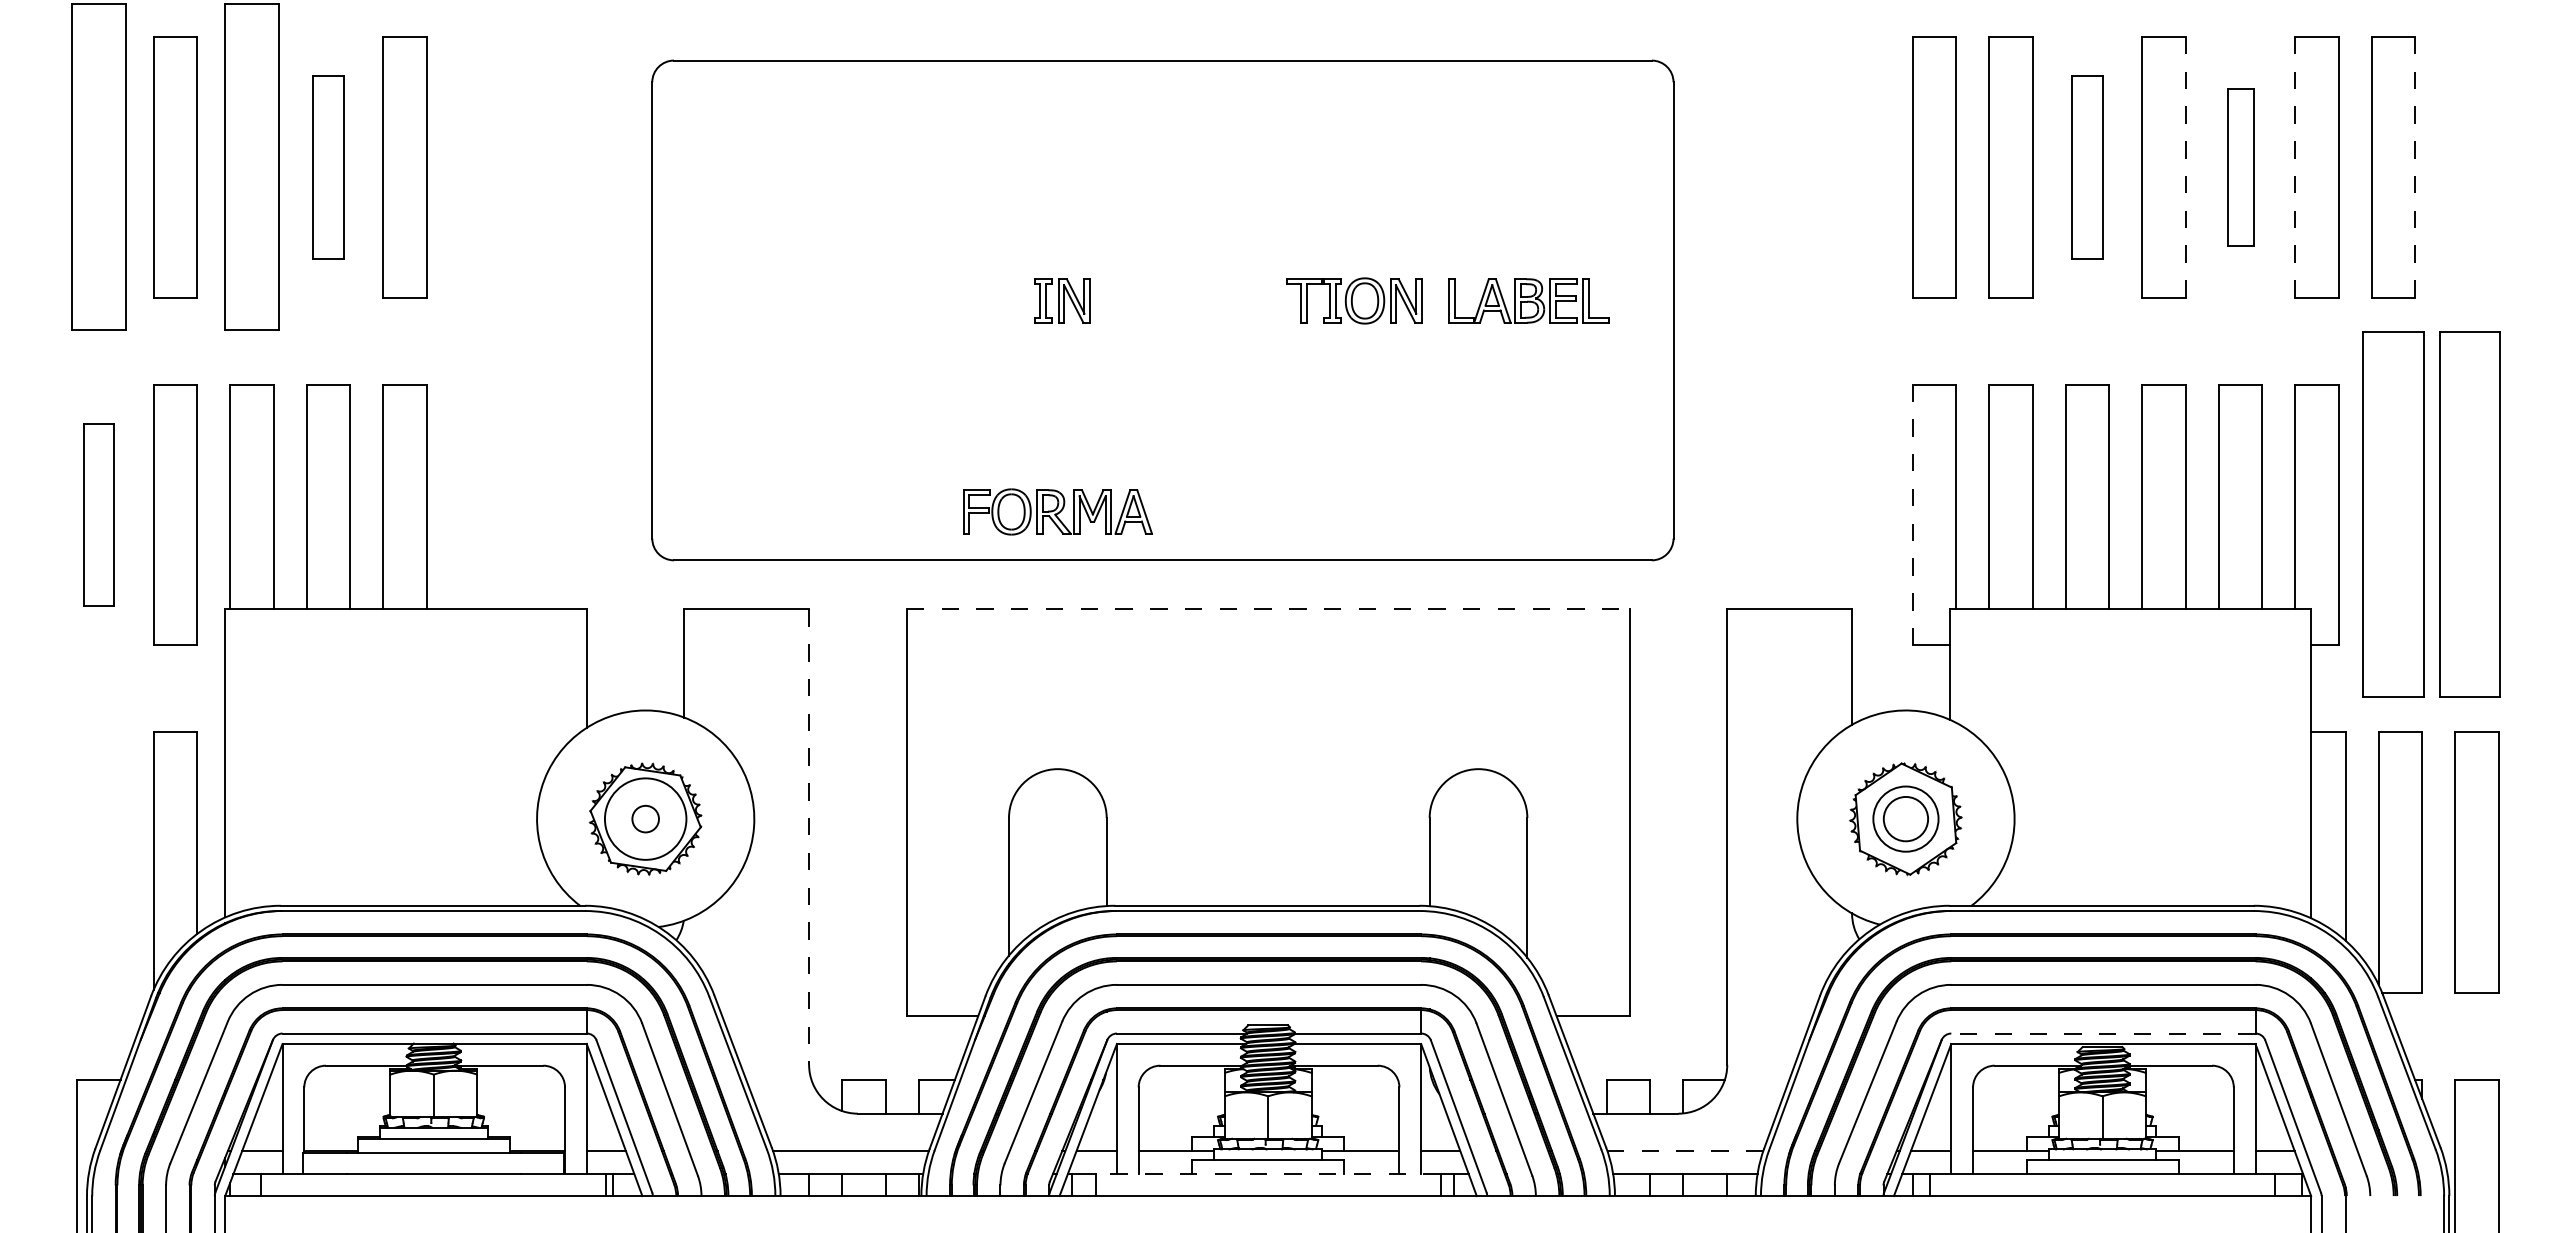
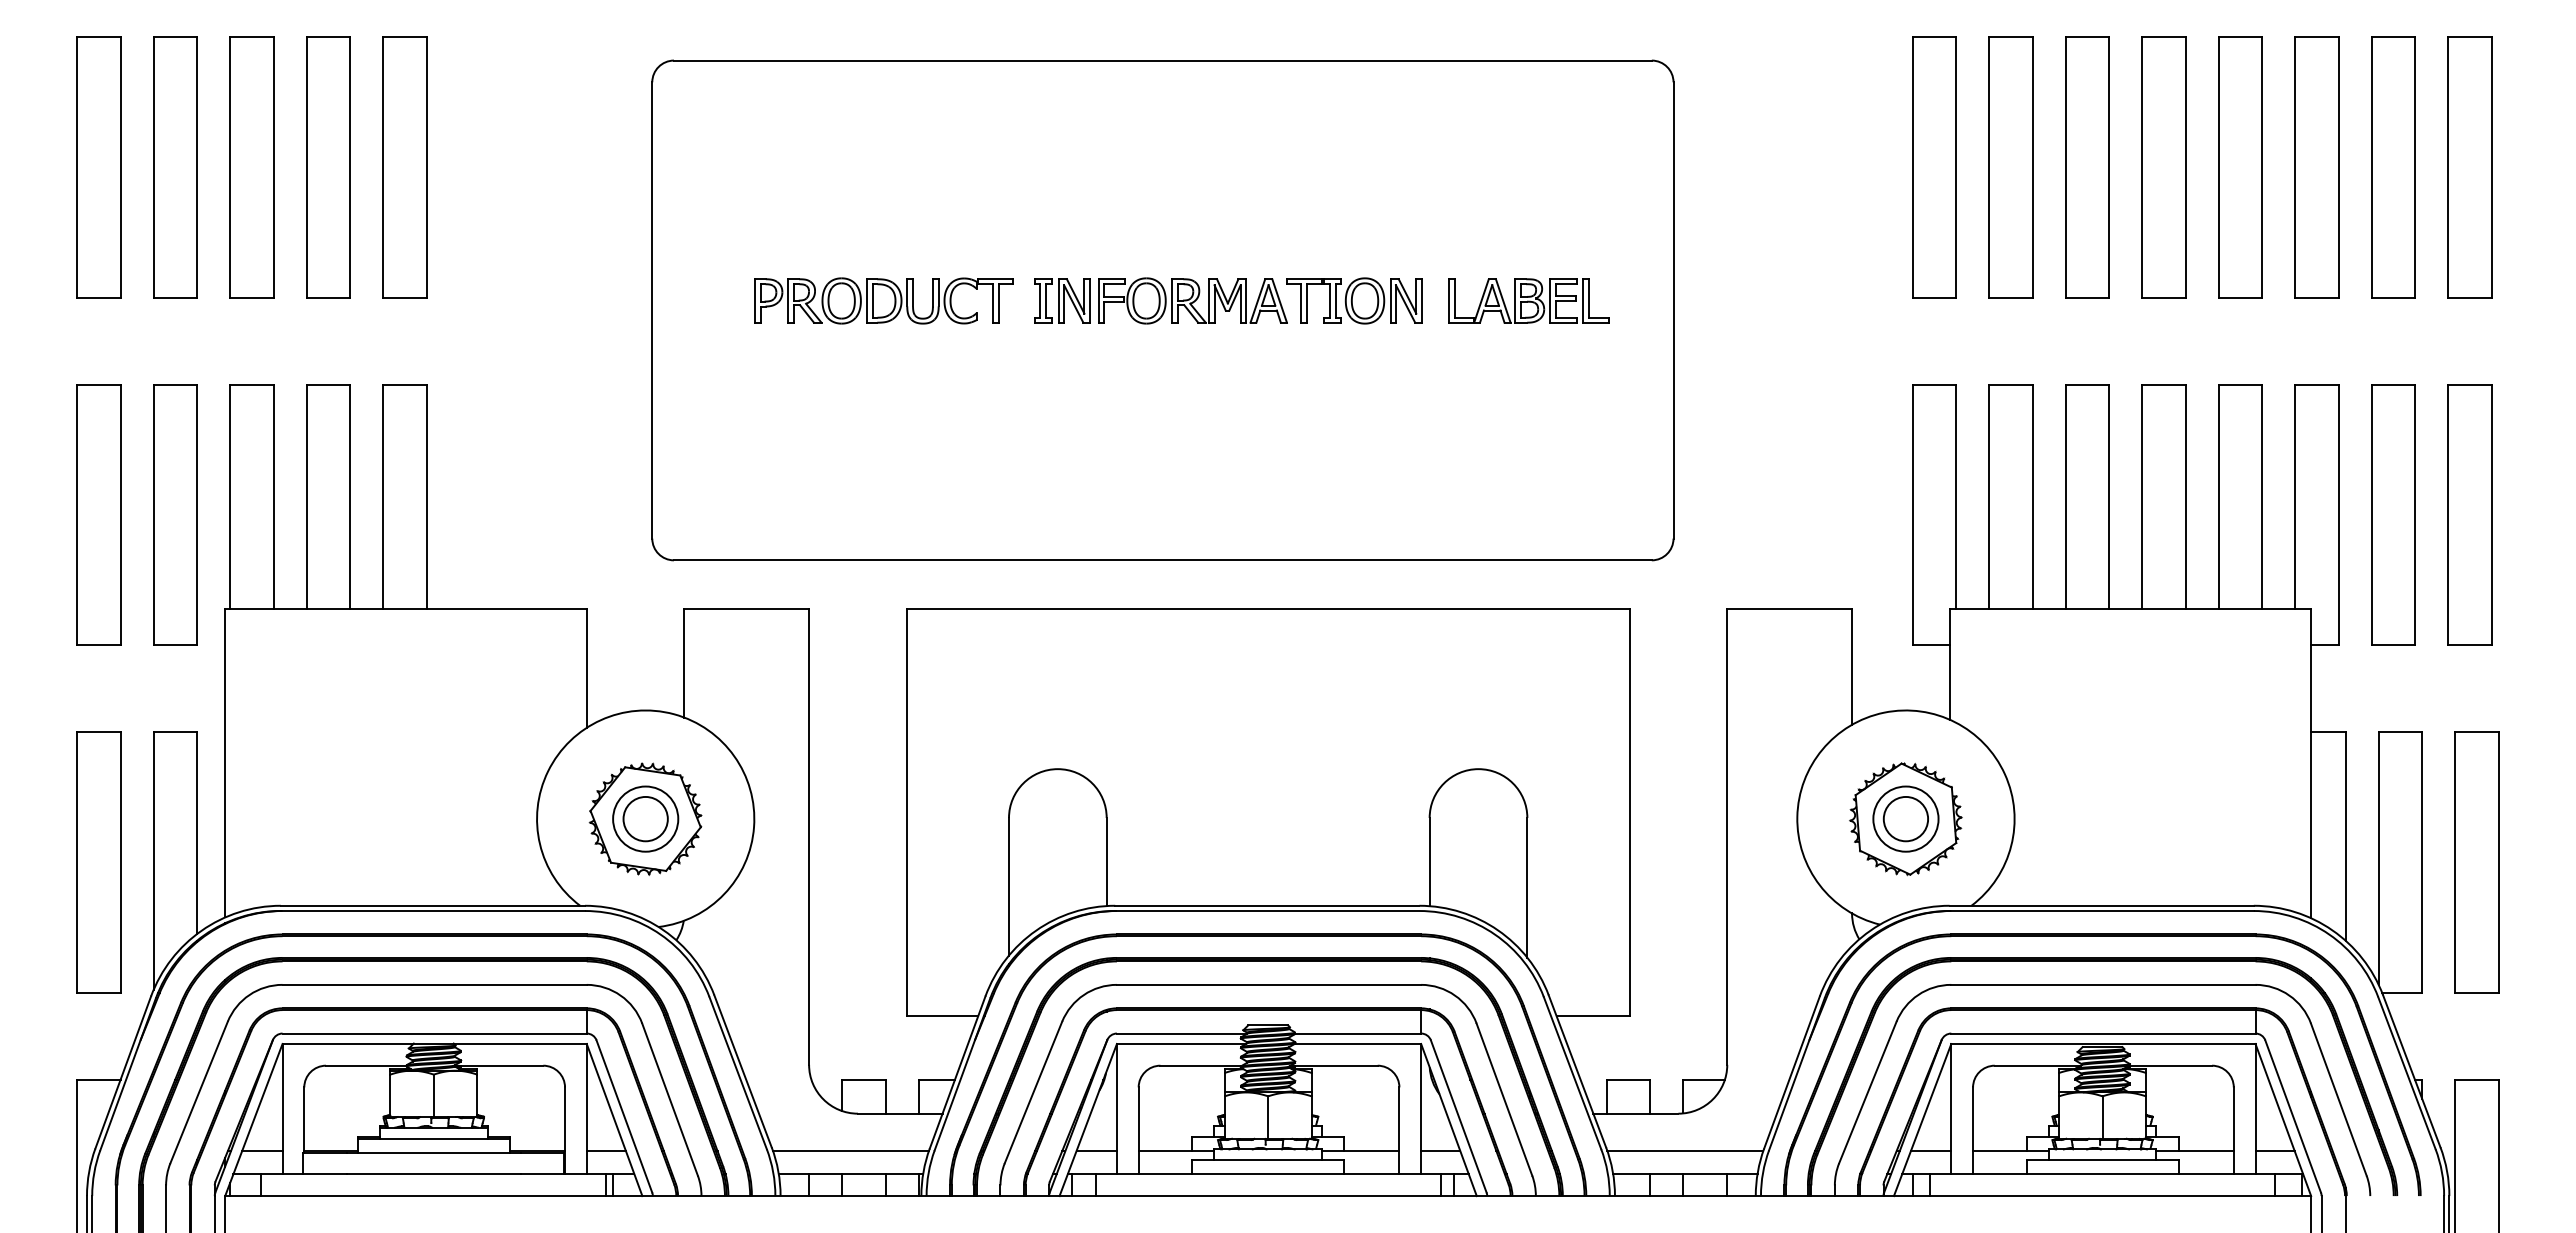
part at (98, 166) size: 56x328 px -> 46x263 px
part at (251, 166) size: 56x328 px -> 46x263 px
line at (2295, 166): dashed -> solid
part at (328, 167) size: 33x185 px -> 45x263 px
part at (2087, 167) size: 33x185 px -> 45x263 px
line at (2185, 167): dashed -> solid
part at (2240, 167) size: 28x159 px -> 45x263 px
line at (2415, 167): dashed -> solid
part at (2469, 167): none -> present
part at (883, 300): none -> present
part at (1057, 511) position: (1057, 511) -> (1192, 300)
part at (98, 514) size: 32x184 px -> 46x262 px
line at (1912, 514): dashed -> solid
part at (2393, 514) size: 63x367 px -> 45x262 px
part at (2469, 514) size: 62x367 px -> 46x262 px
line at (1268, 609): dashed -> solid
circle at (645, 818) diameter: 27 px -> 44 px
circle at (645, 818) diameter: 81 px -> 65 px
line at (809, 837): dashed -> solid
part at (98, 862): none -> present
line at (2102, 1033): dashed -> solid
line at (1685, 1150): dashed -> solid
line at (1268, 1174): dashed -> solid
